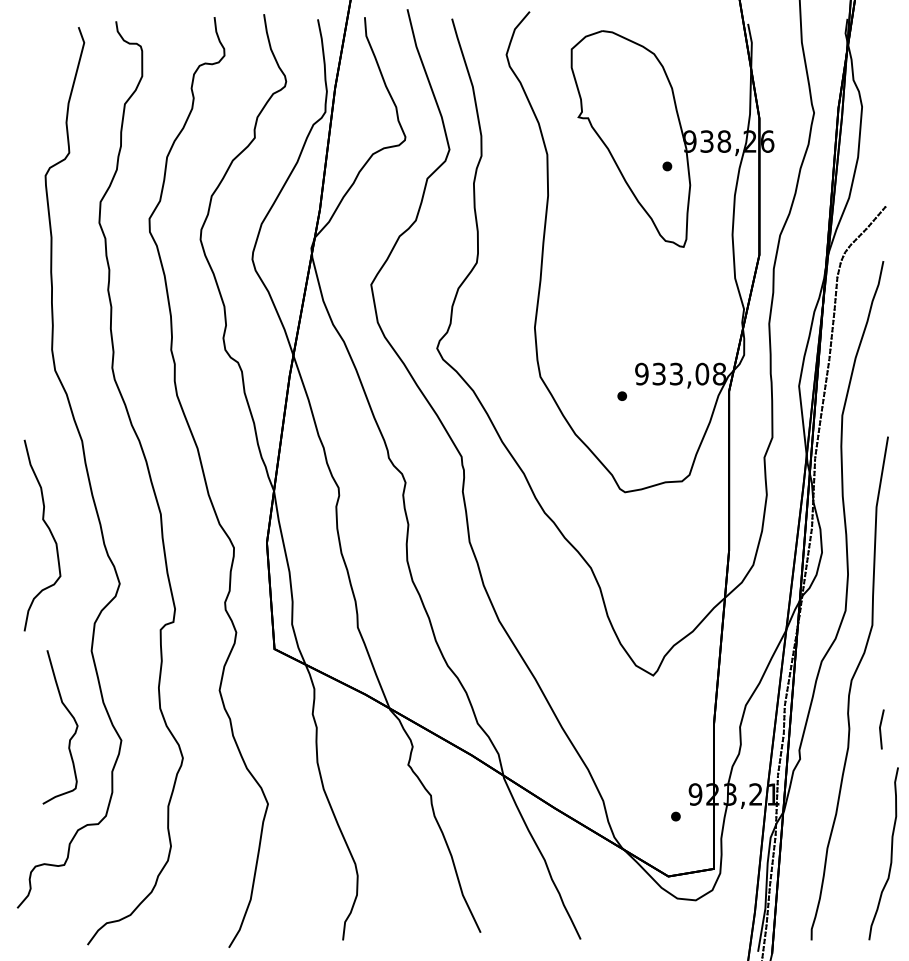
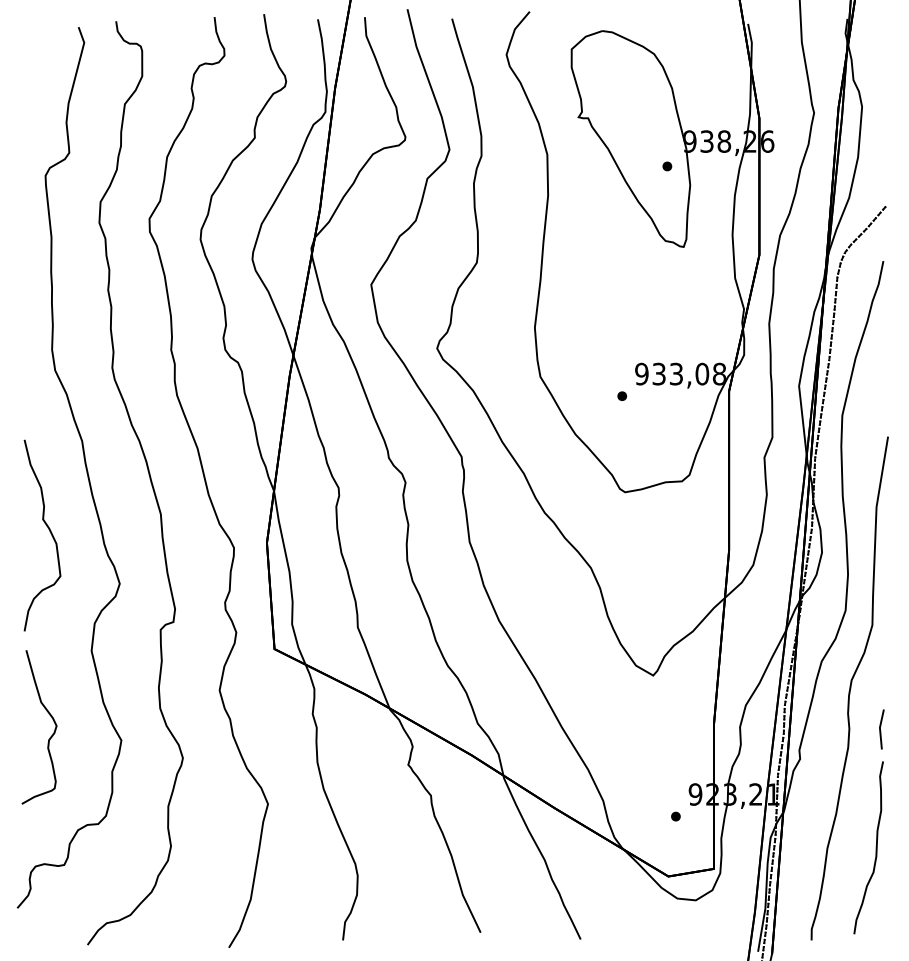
curve at (70, 737) position: (70, 737) -> (49, 737)
curve at (890, 853) position: (890, 853) -> (875, 847)
